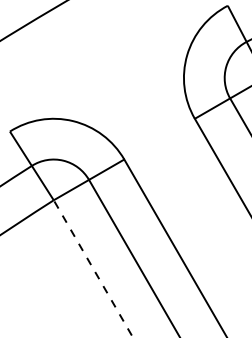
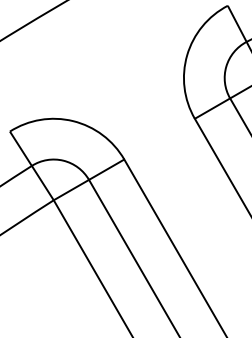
line at (93, 268): dashed -> solid
